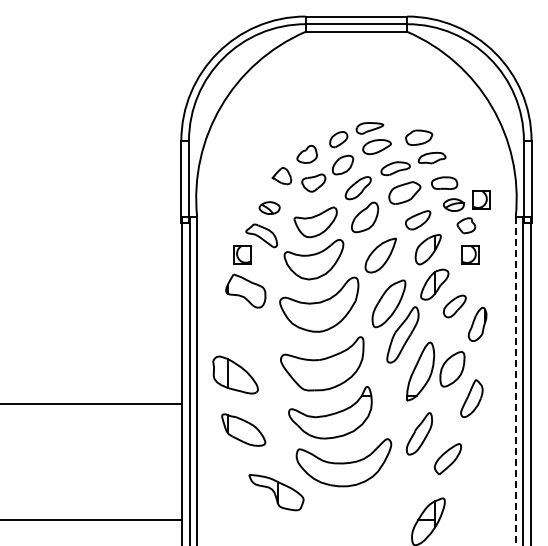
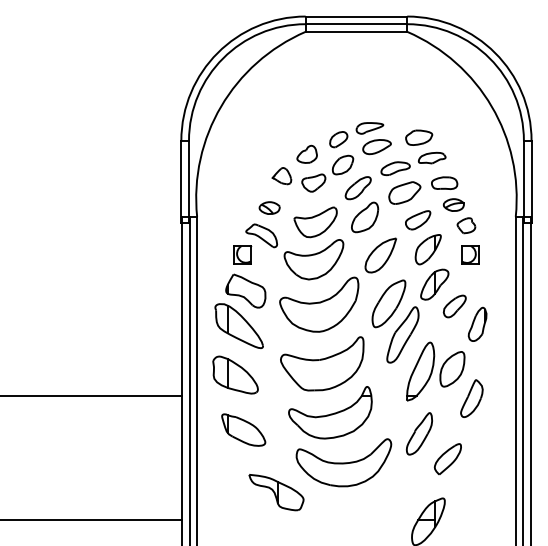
part at (481, 199): present -> none
part at (238, 325): none -> present
line at (515, 381): dashed -> solid
line at (91, 403) position: (91, 403) -> (91, 395)
